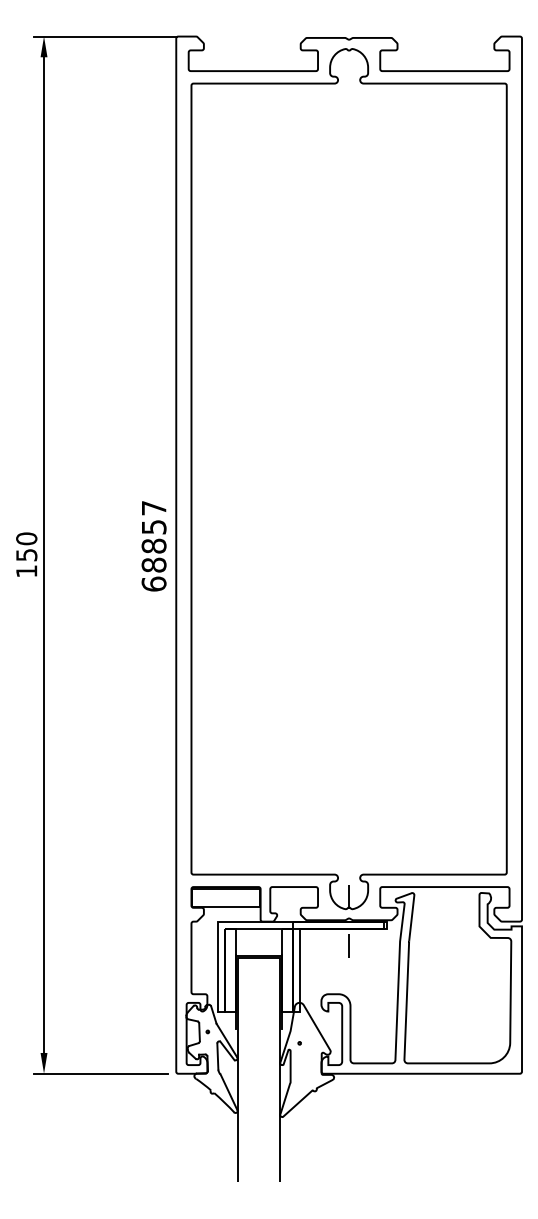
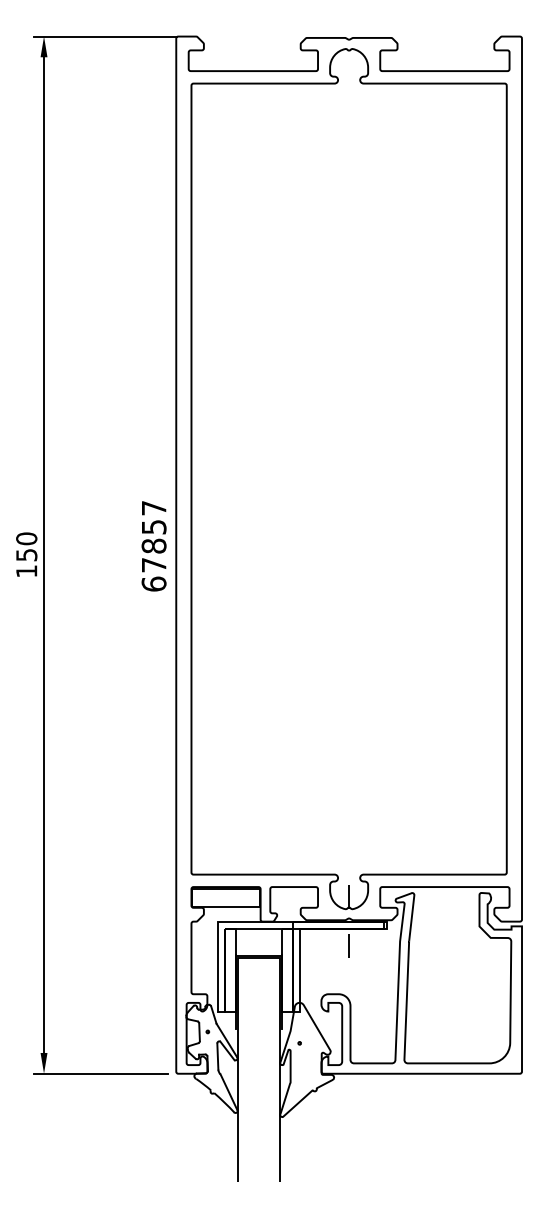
text at (153, 564): 68857 -> 67857
